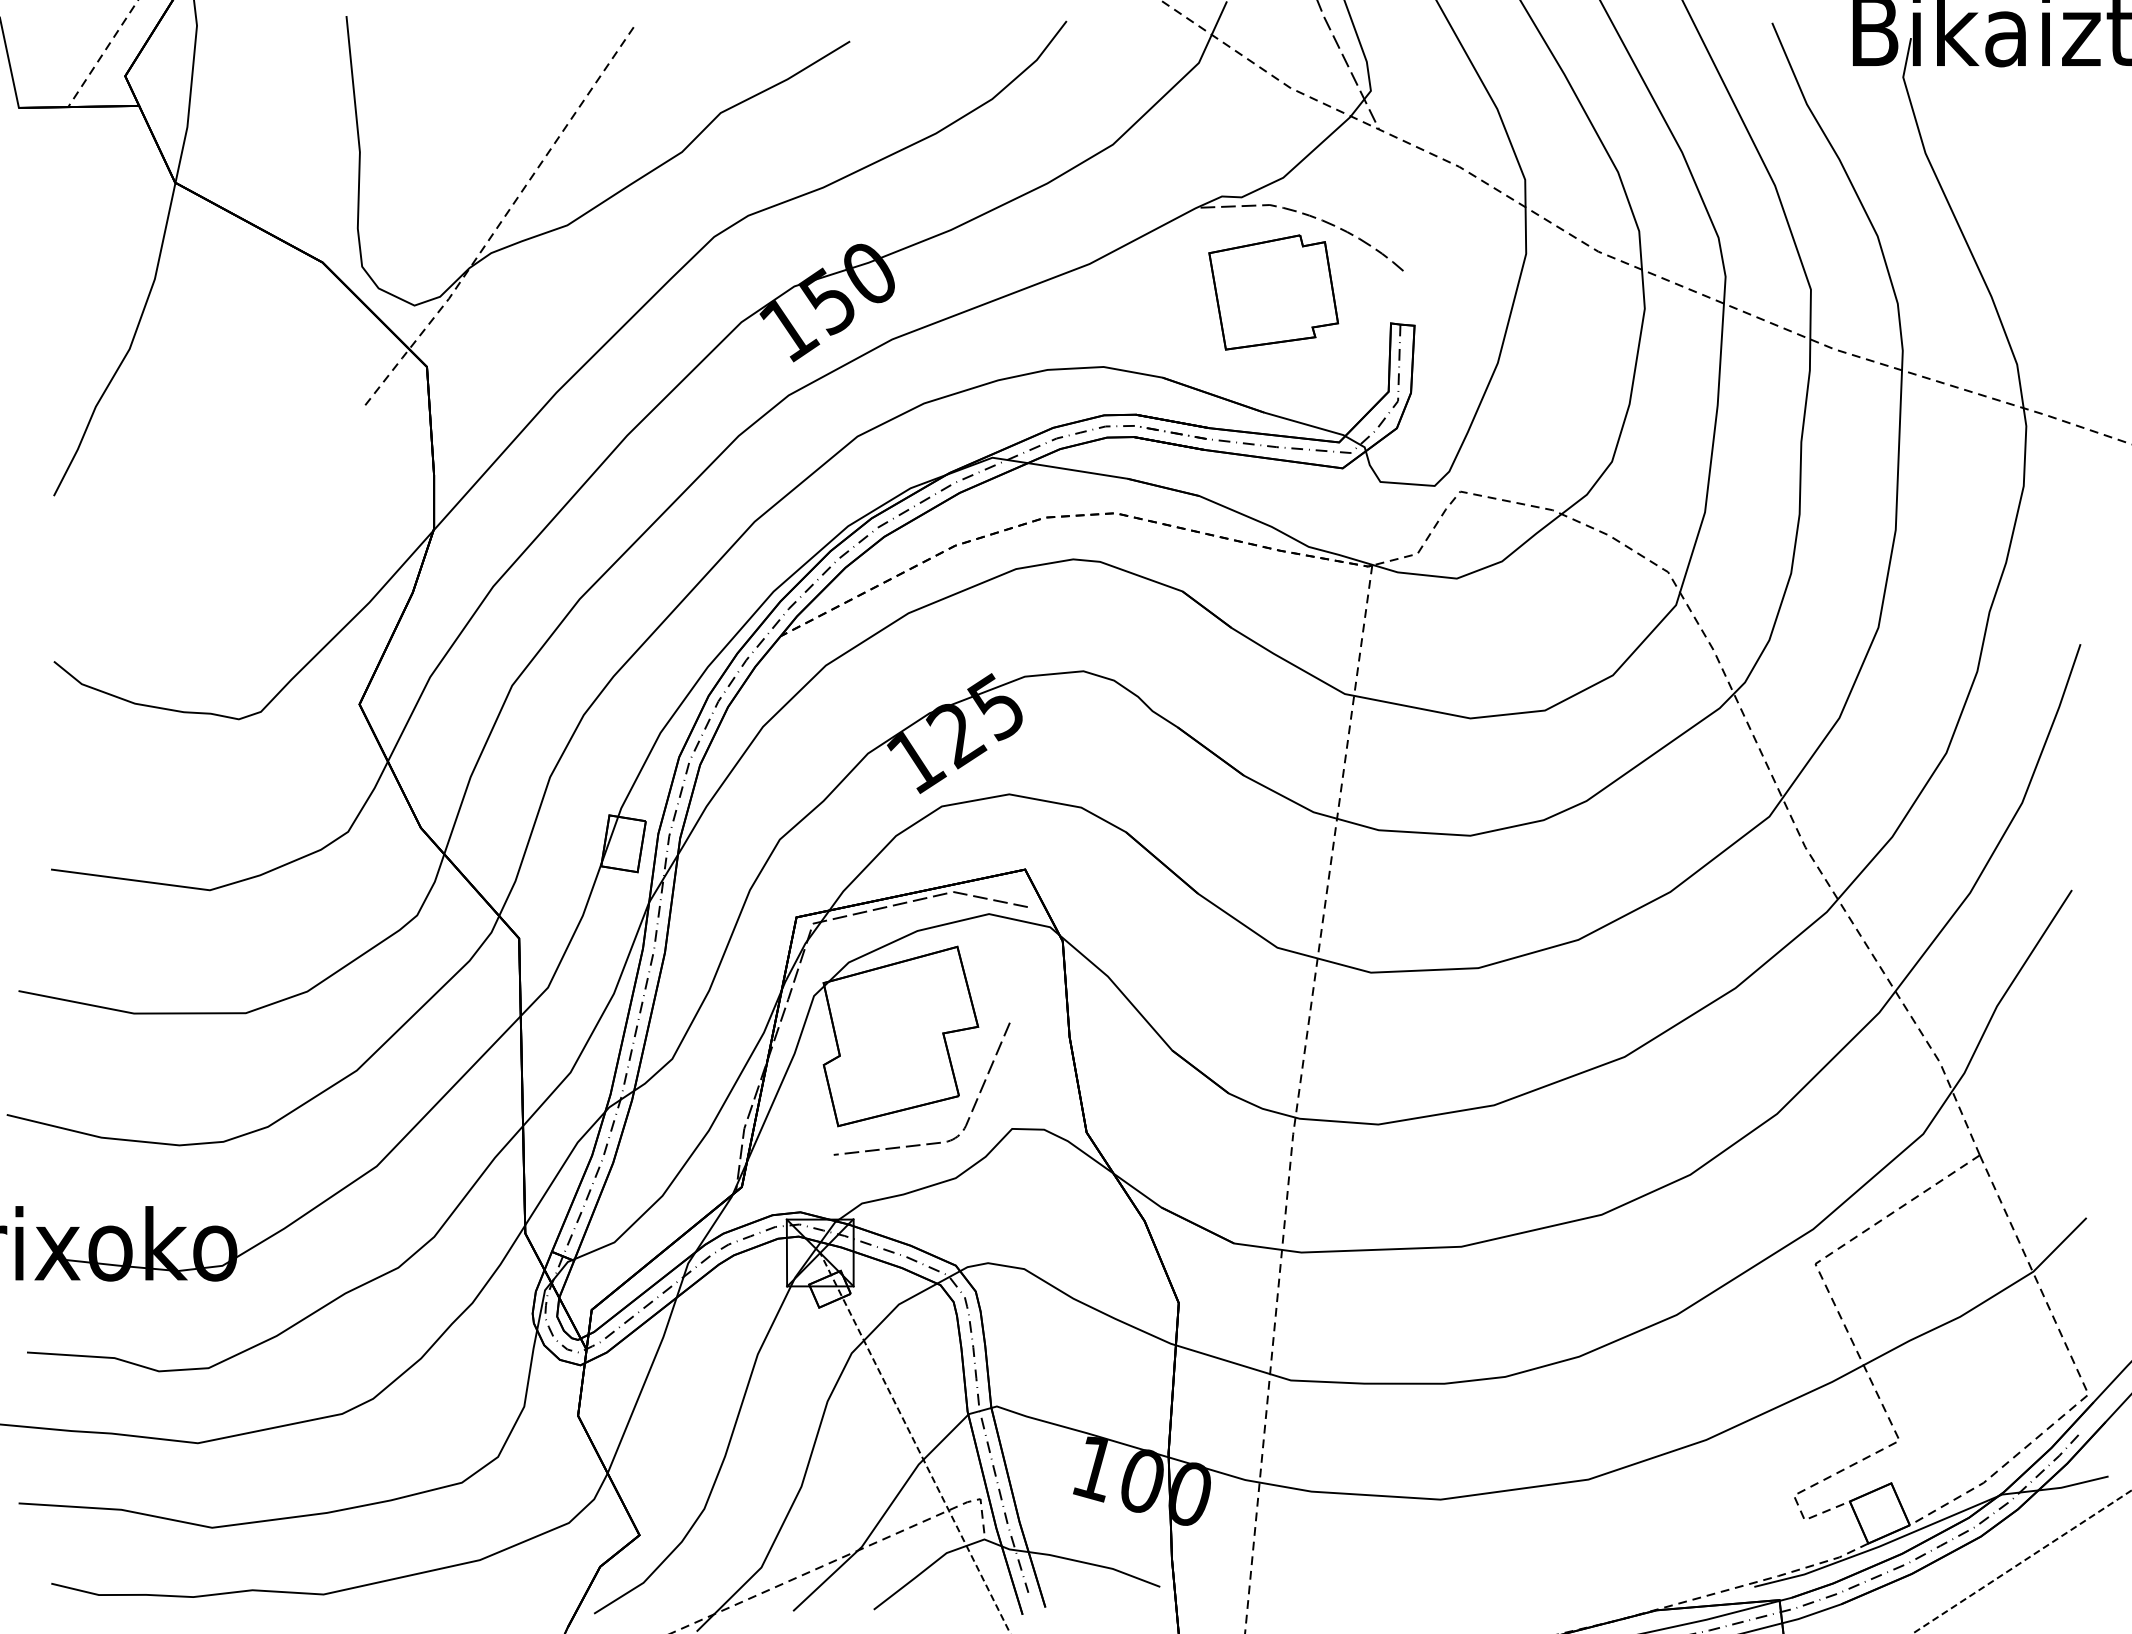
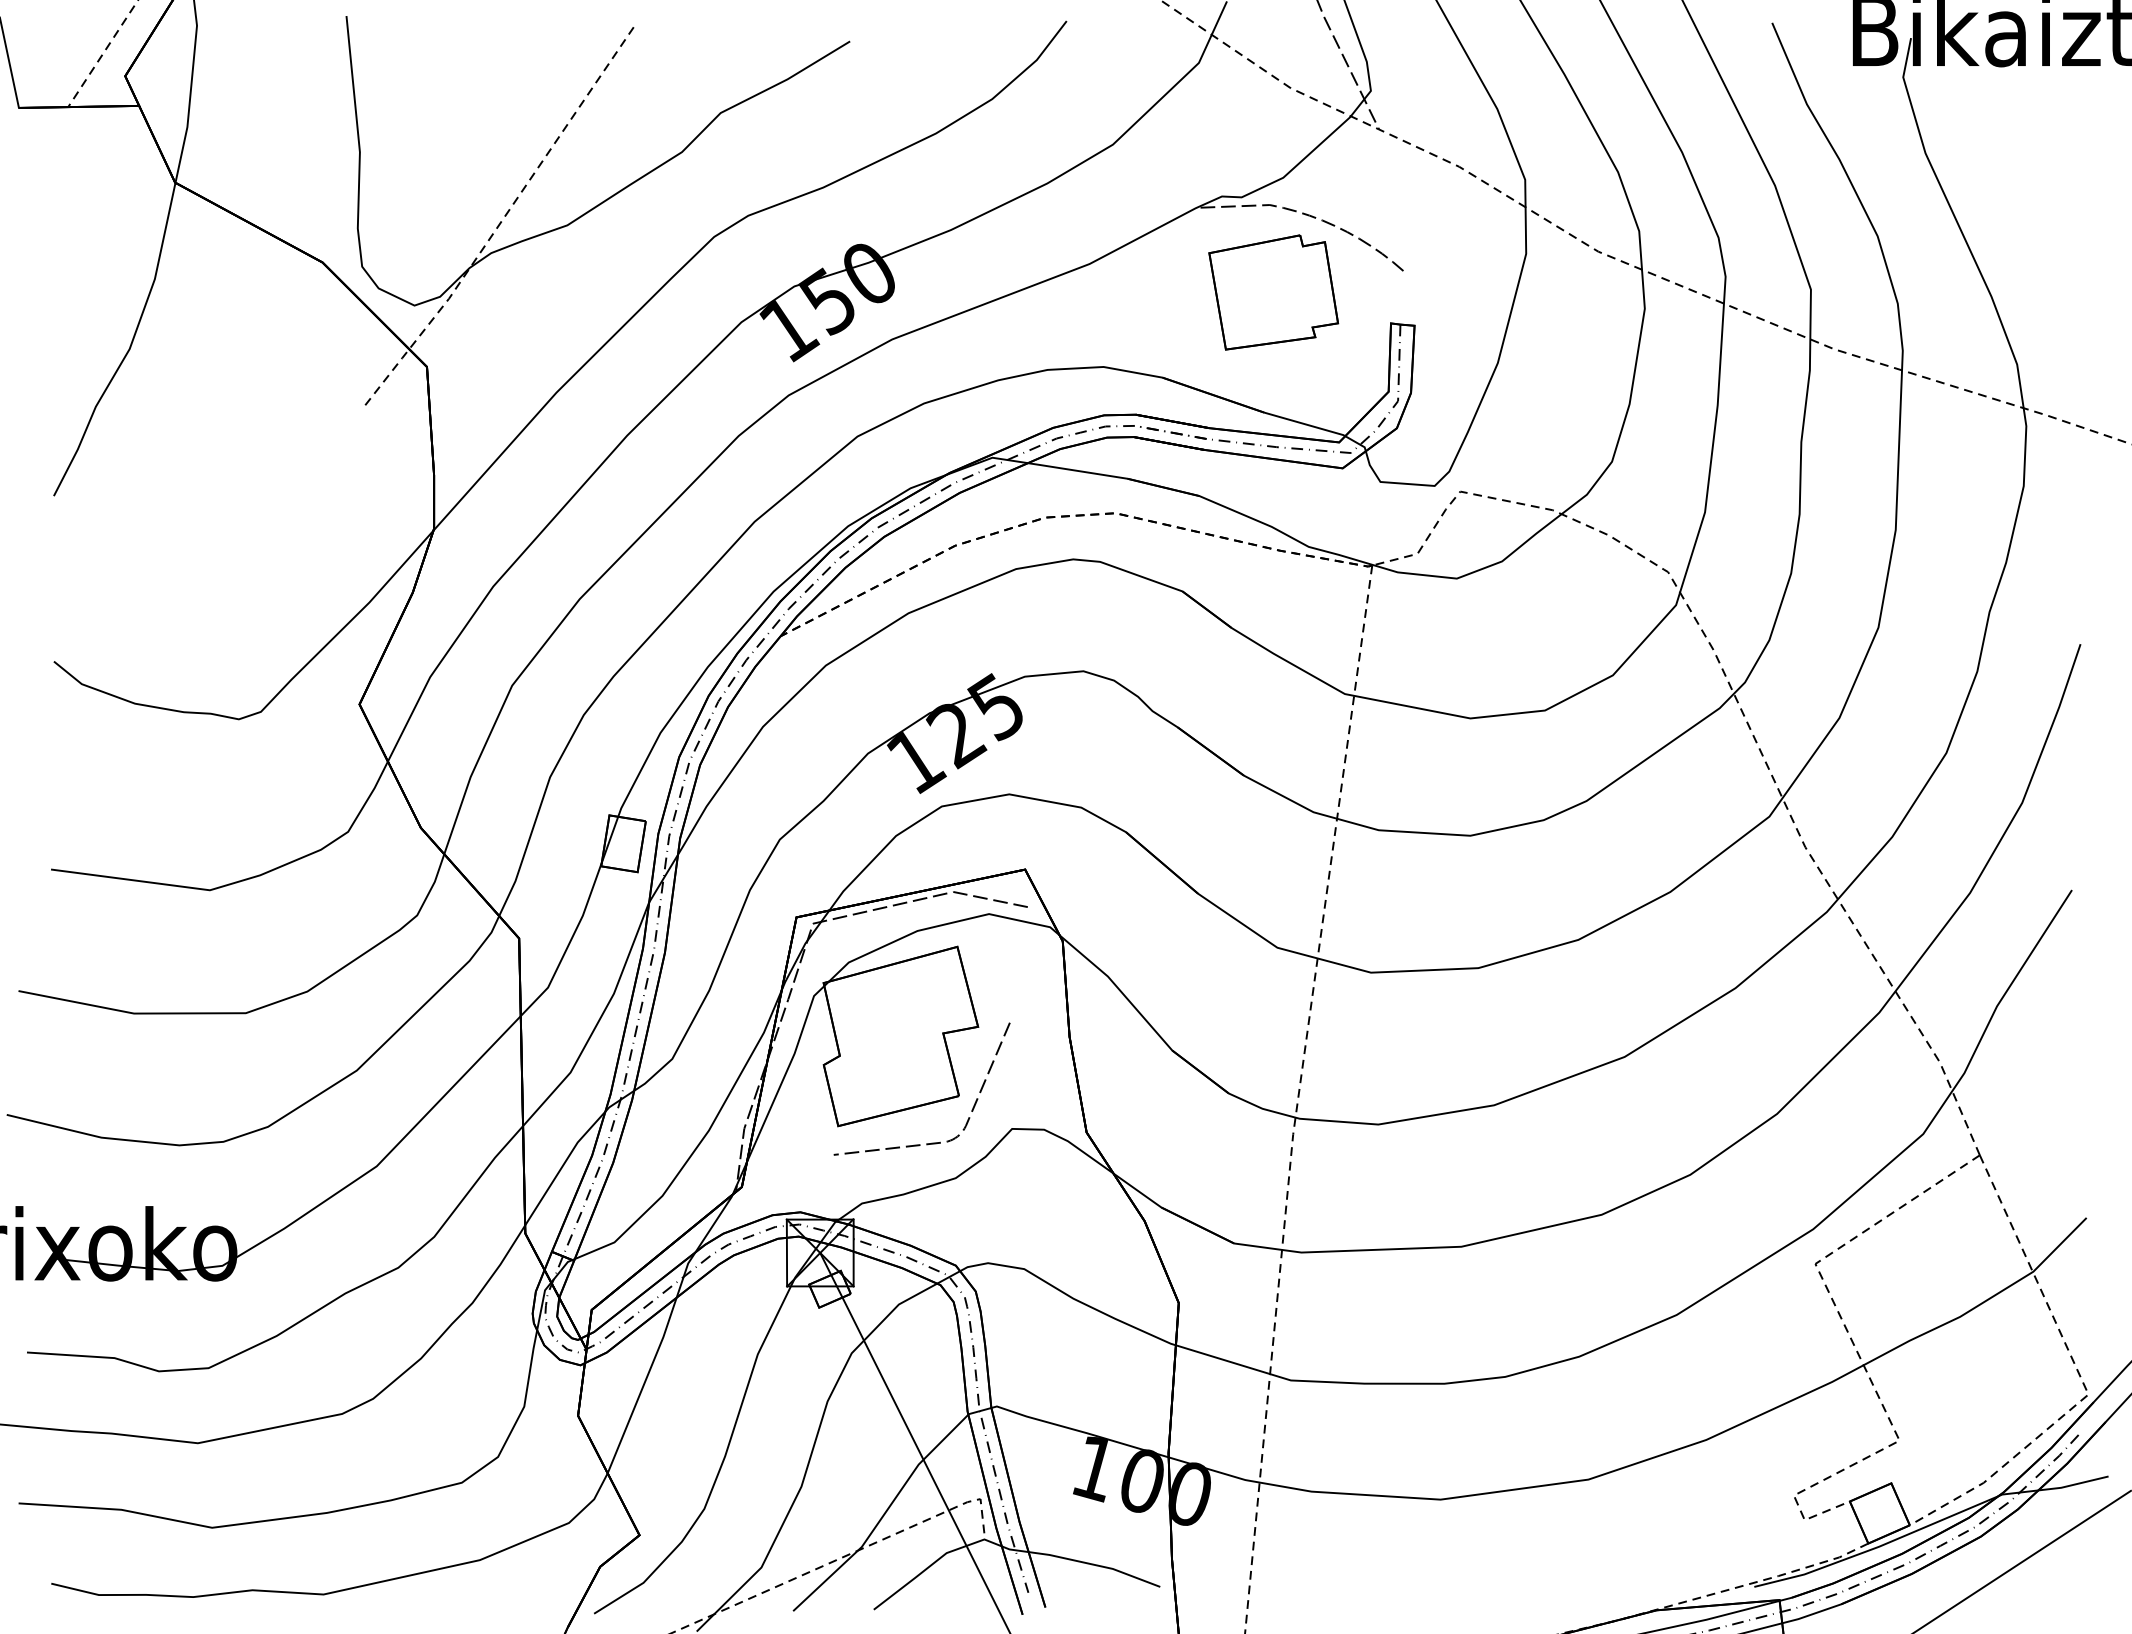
line at (914, 1442): dashed -> solid
line at (2022, 1561): dashed -> solid
